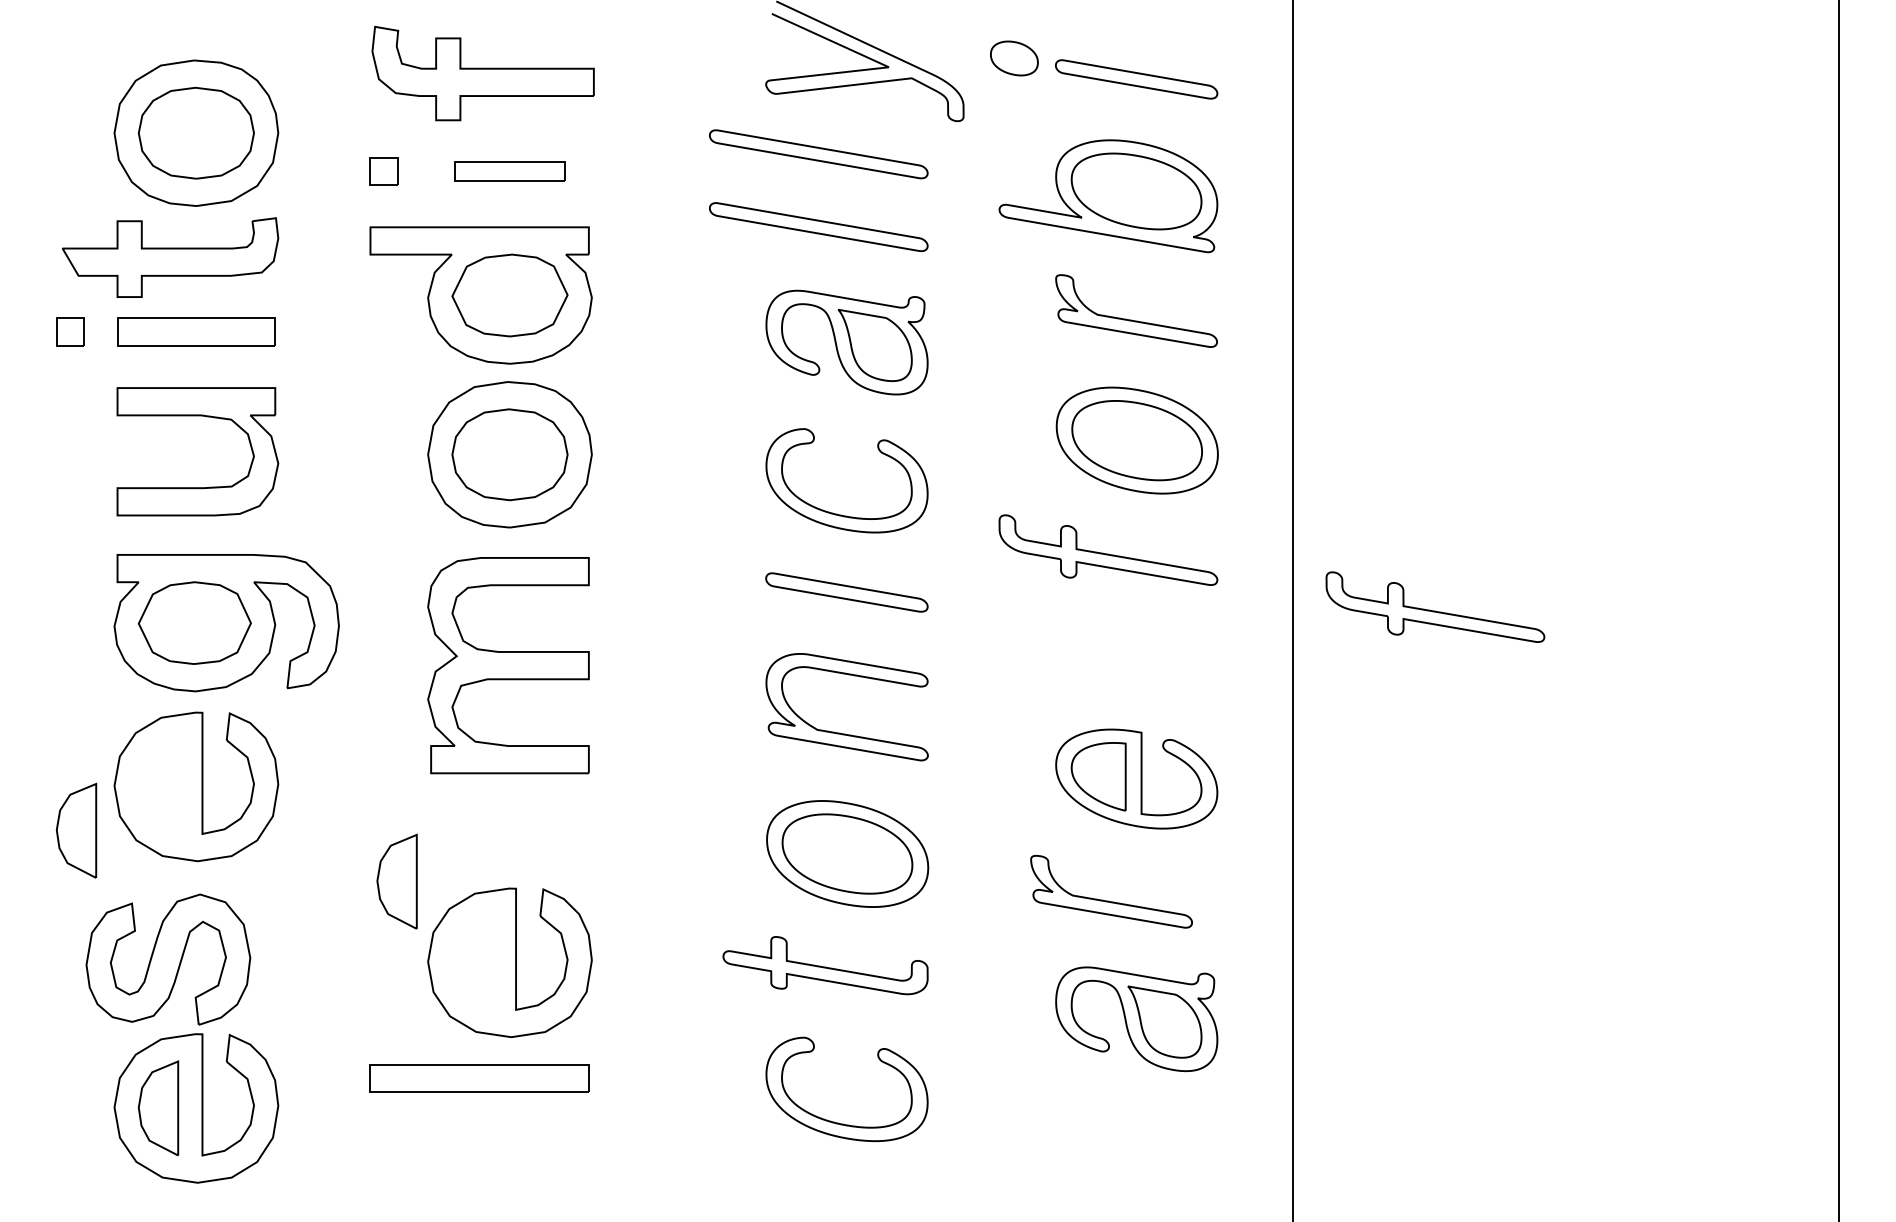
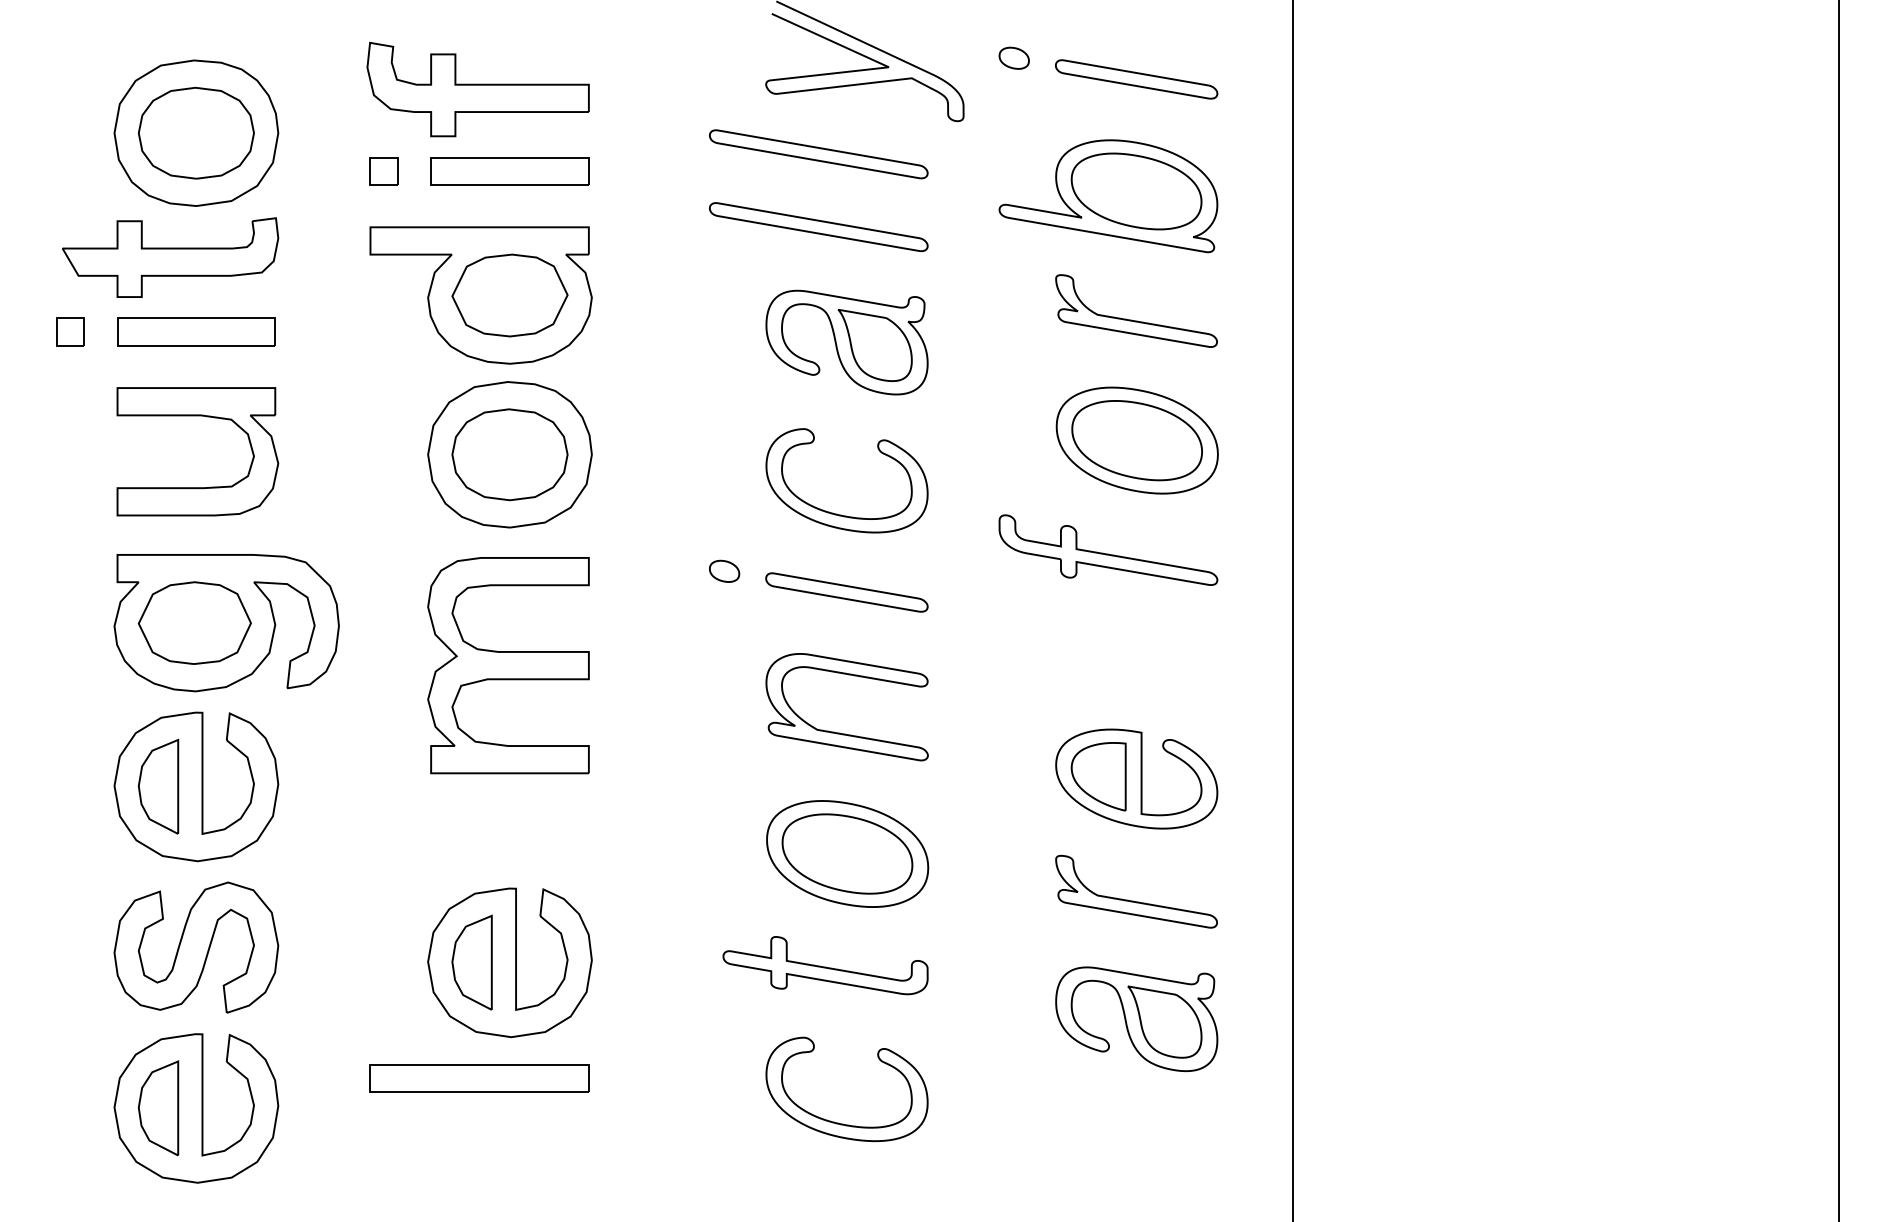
part at (1014, 58) size: 49x37 px -> 32x24 px
part at (482, 73) position: (482, 73) -> (477, 89)
part at (509, 171) size: 112x21 px -> 160x29 px
part at (724, 570): none -> present
part at (1435, 606): present -> none
part at (76, 830) position: (76, 830) -> (158, 786)
part at (396, 881) position: (396, 881) -> (471, 962)
part at (1108, 900) position: (1108, 900) -> (1133, 900)
part at (168, 959) position: (168, 959) -> (196, 947)
